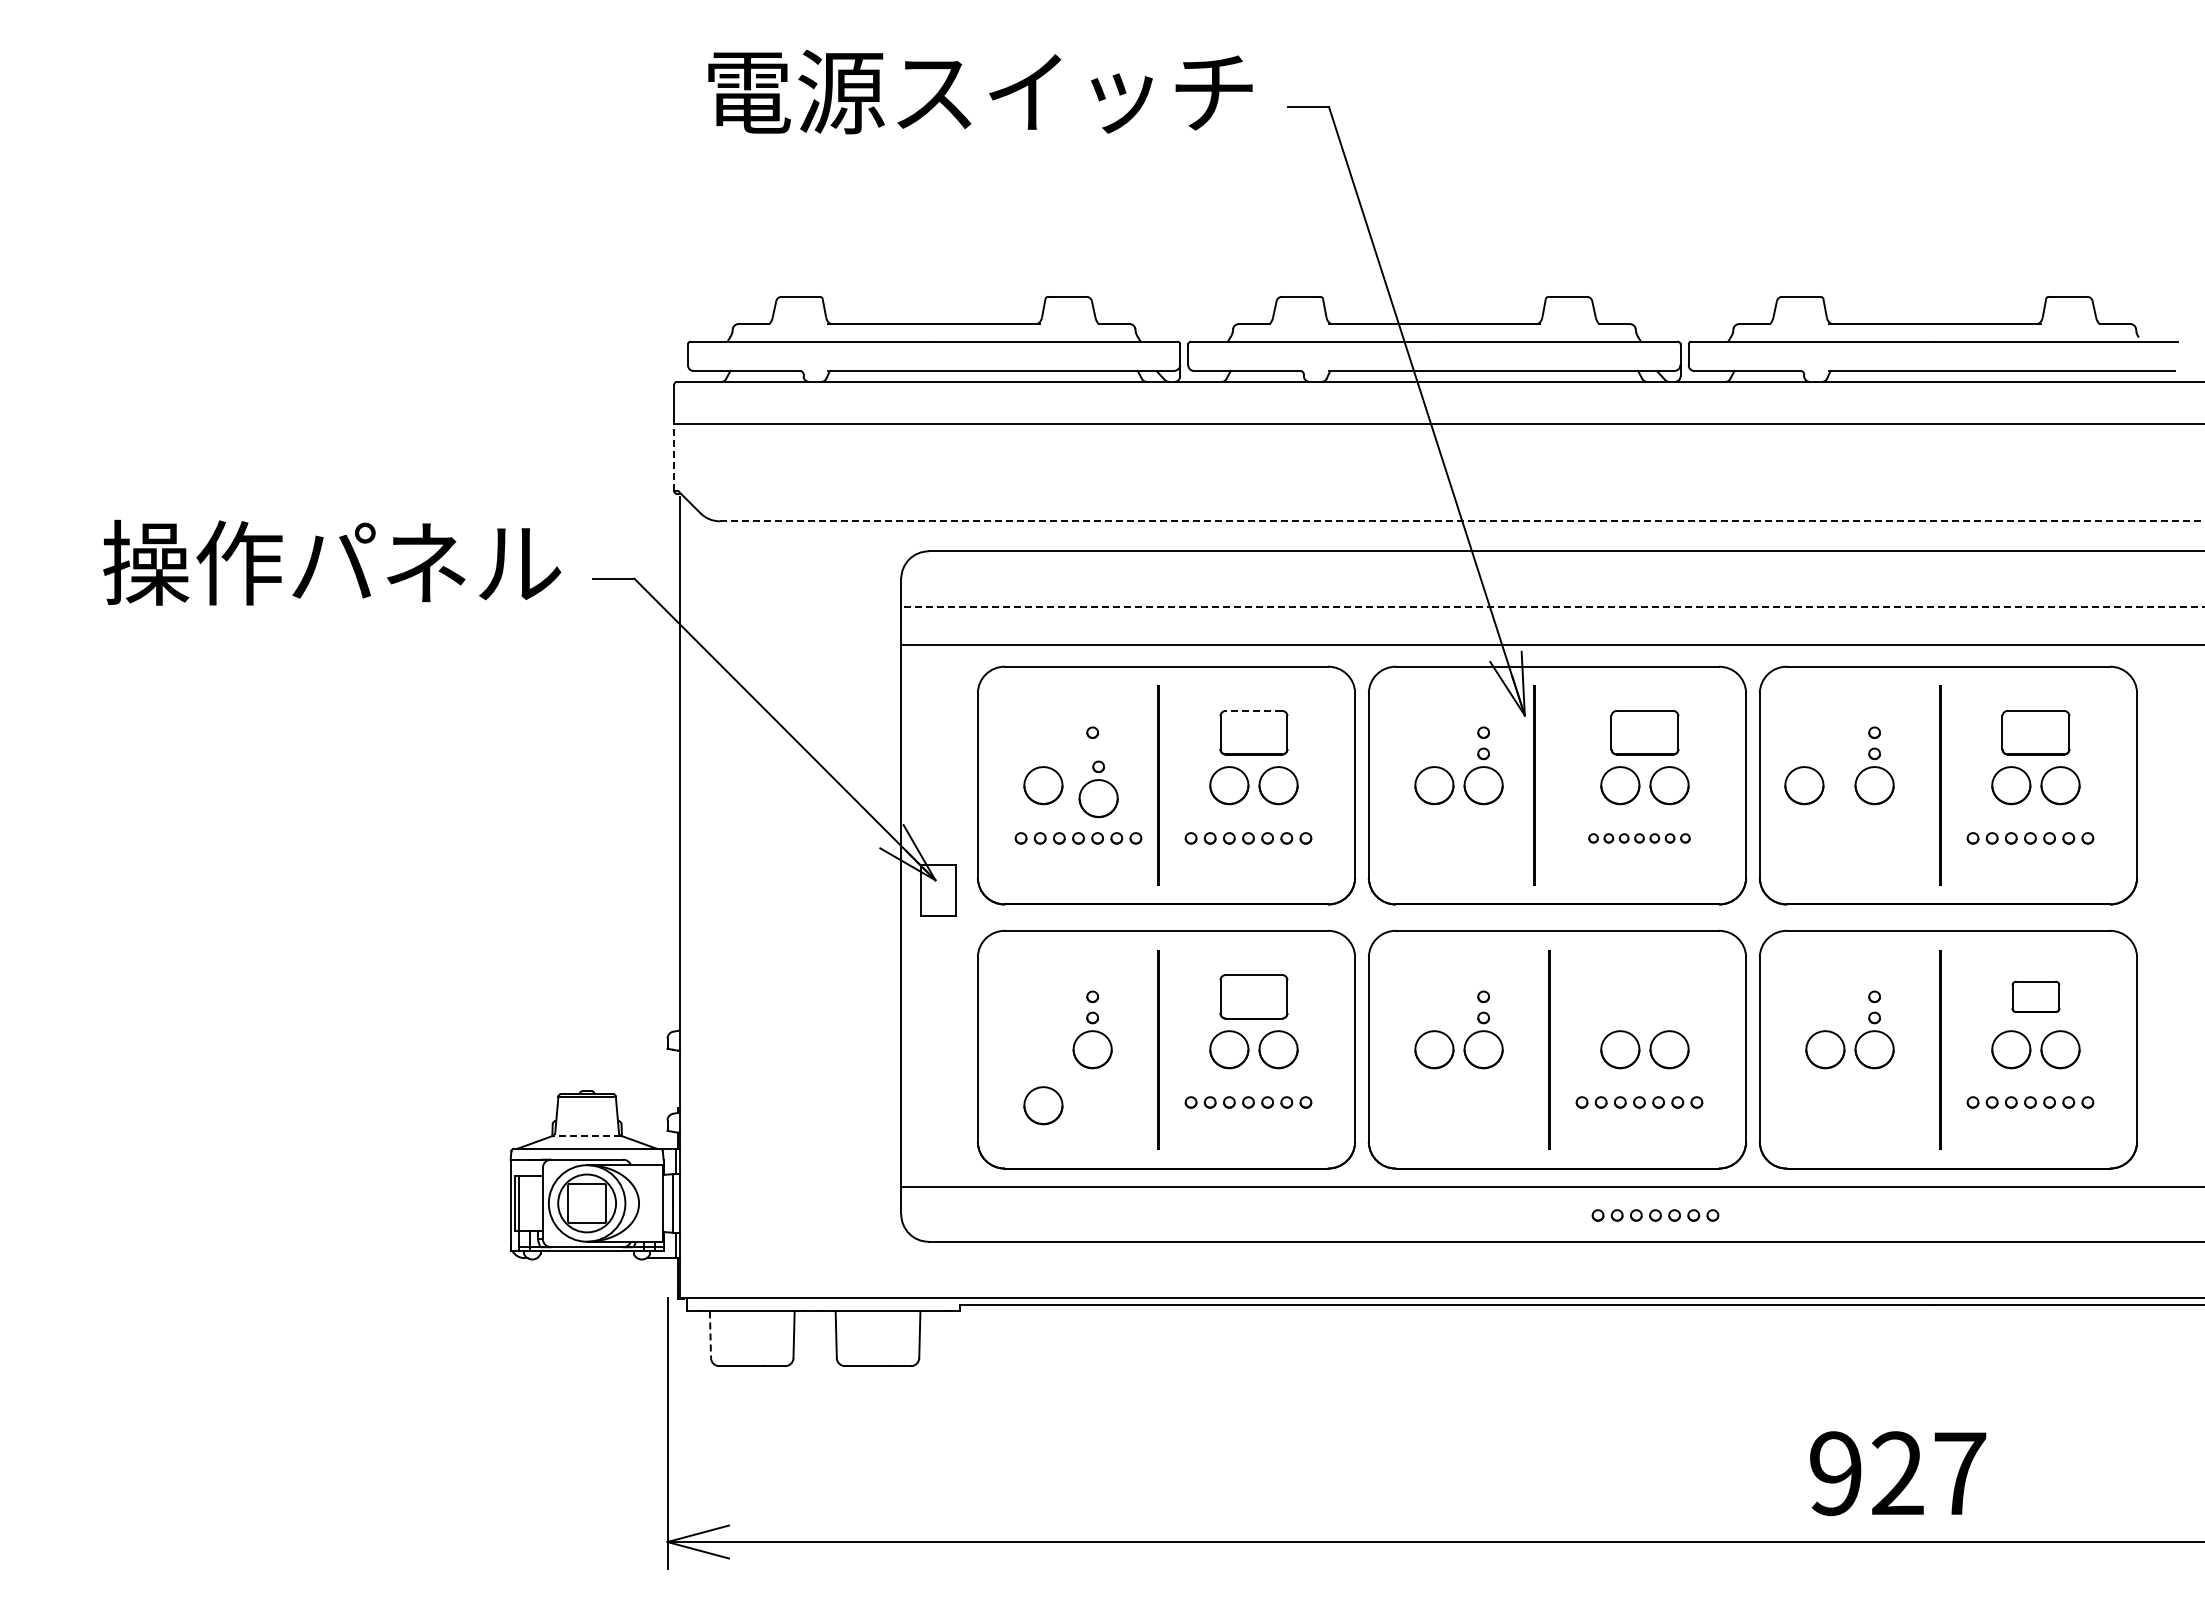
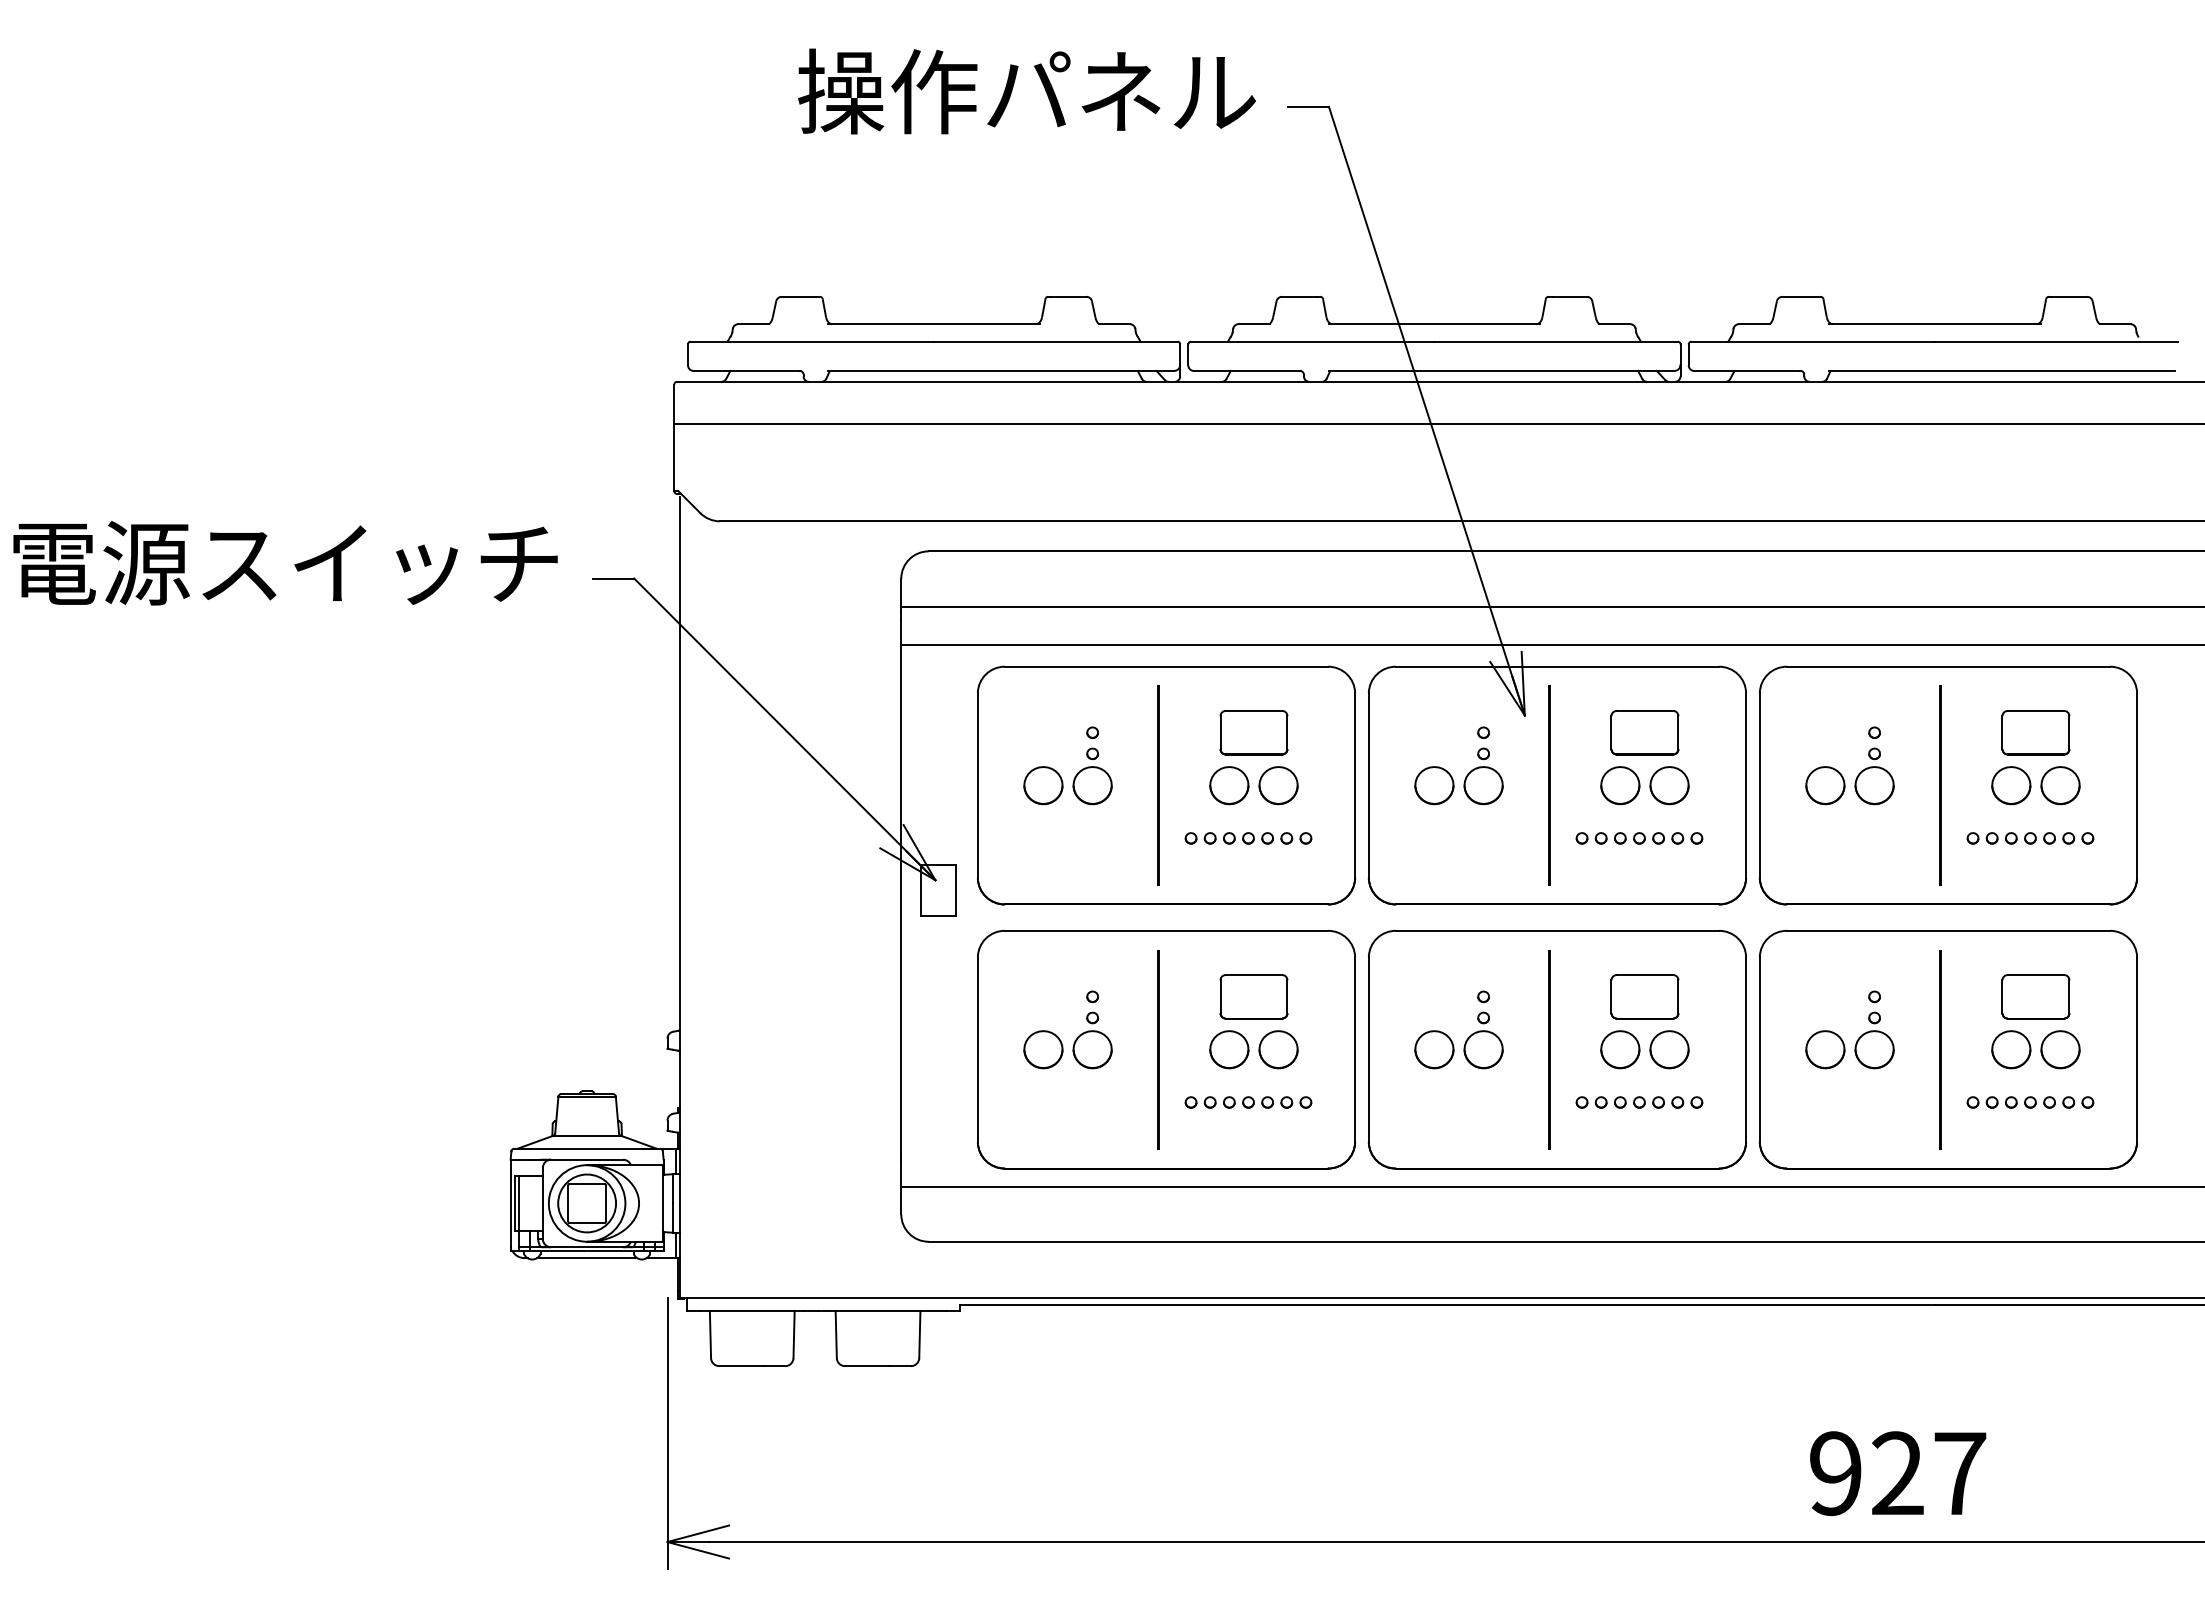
text at (981, 91): 電源スイッチ -> 操作パネル
line at (674, 457): dashed -> solid
line at (1462, 521): dashed -> solid
text at (287, 562): 操作パネル -> 電源スイッチ
line at (1552, 606): dashed -> solid
line at (1253, 710): dashed -> solid
line at (1534, 785) position: (1534, 785) -> (1549, 785)
part at (1804, 785) position: (1804, 785) -> (1825, 785)
part at (1098, 789) position: (1098, 789) -> (1092, 776)
part at (1078, 838): present -> none
part at (1639, 838) size: 103x11 px -> 129x13 px
part at (1644, 996): none -> present
part at (2035, 996) size: 50x33 px -> 70x46 px
part at (1043, 1105) position: (1043, 1105) -> (1043, 1049)
line at (587, 1135): dashed -> solid
part at (1655, 1215): present -> none
line at (587, 1258): none -> present
line at (710, 1335): dashed -> solid
